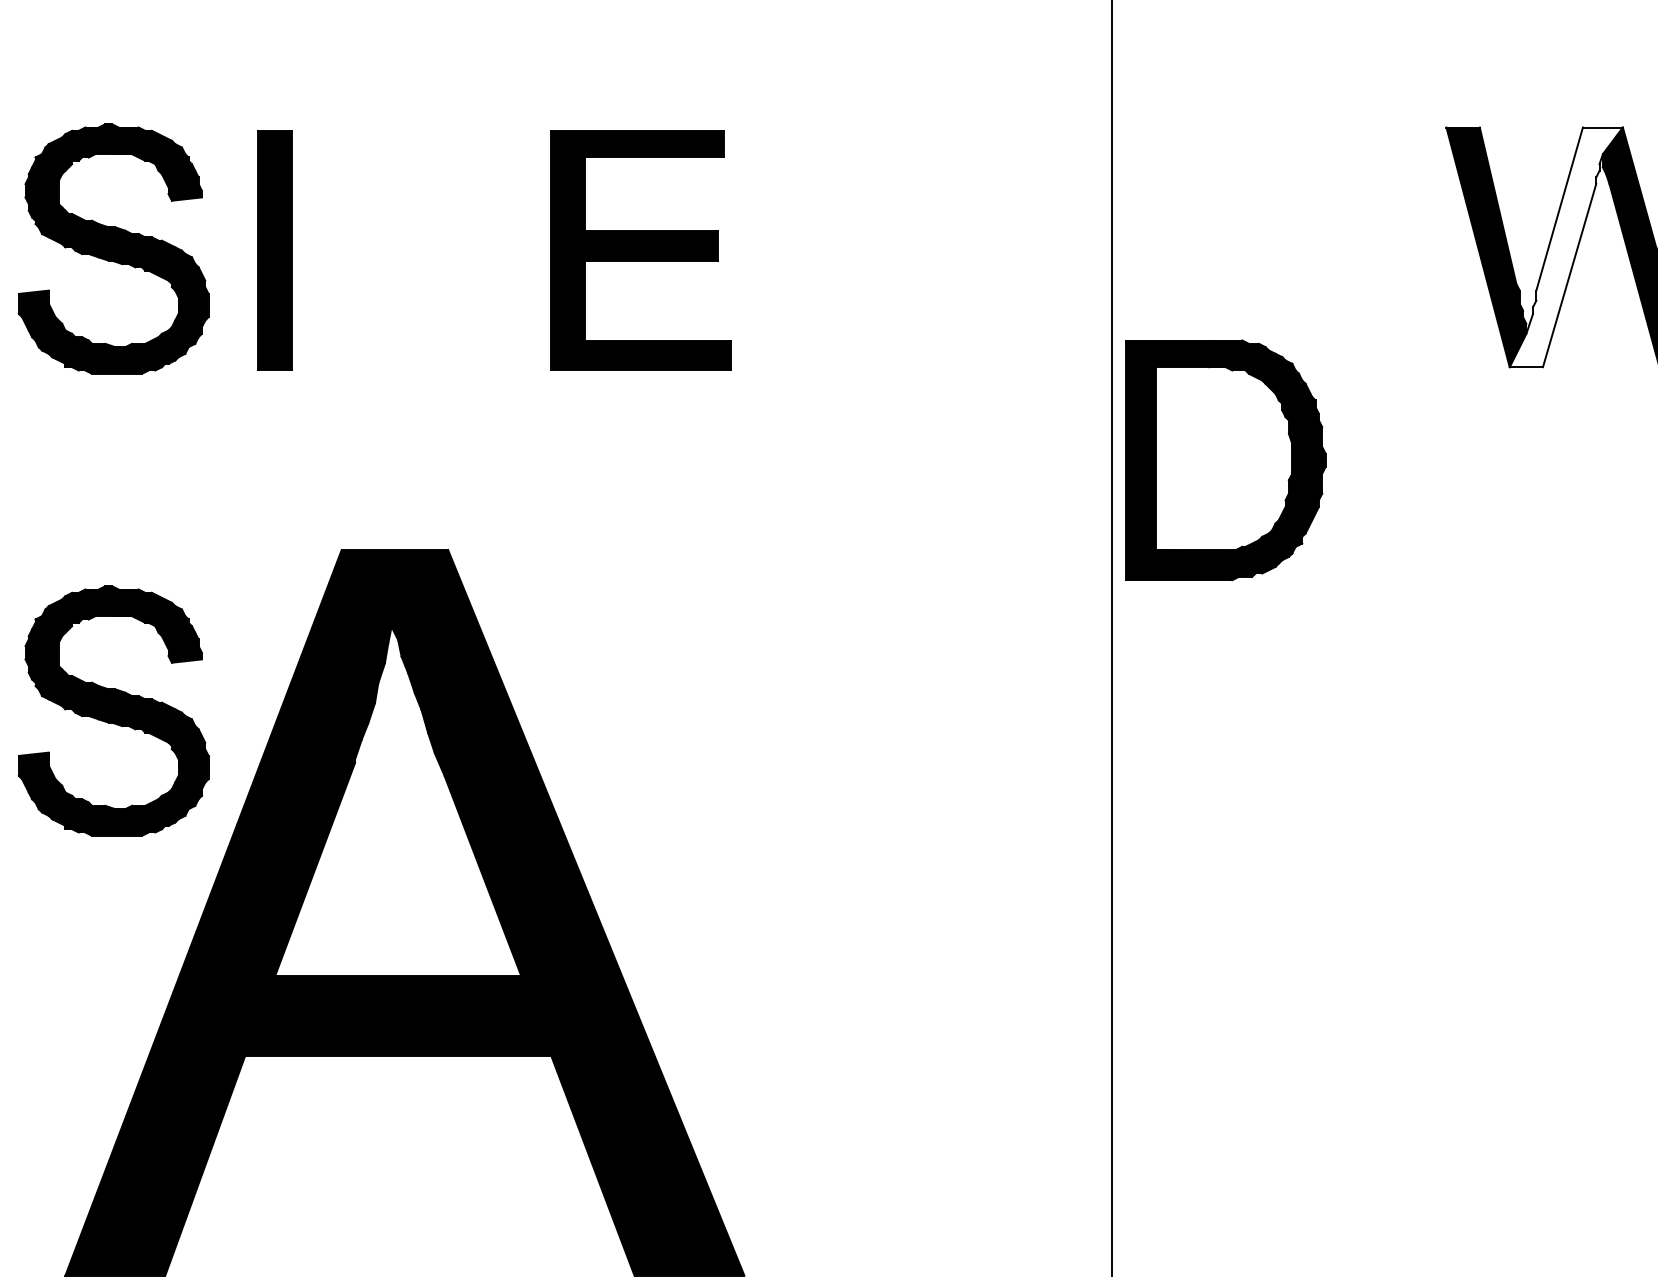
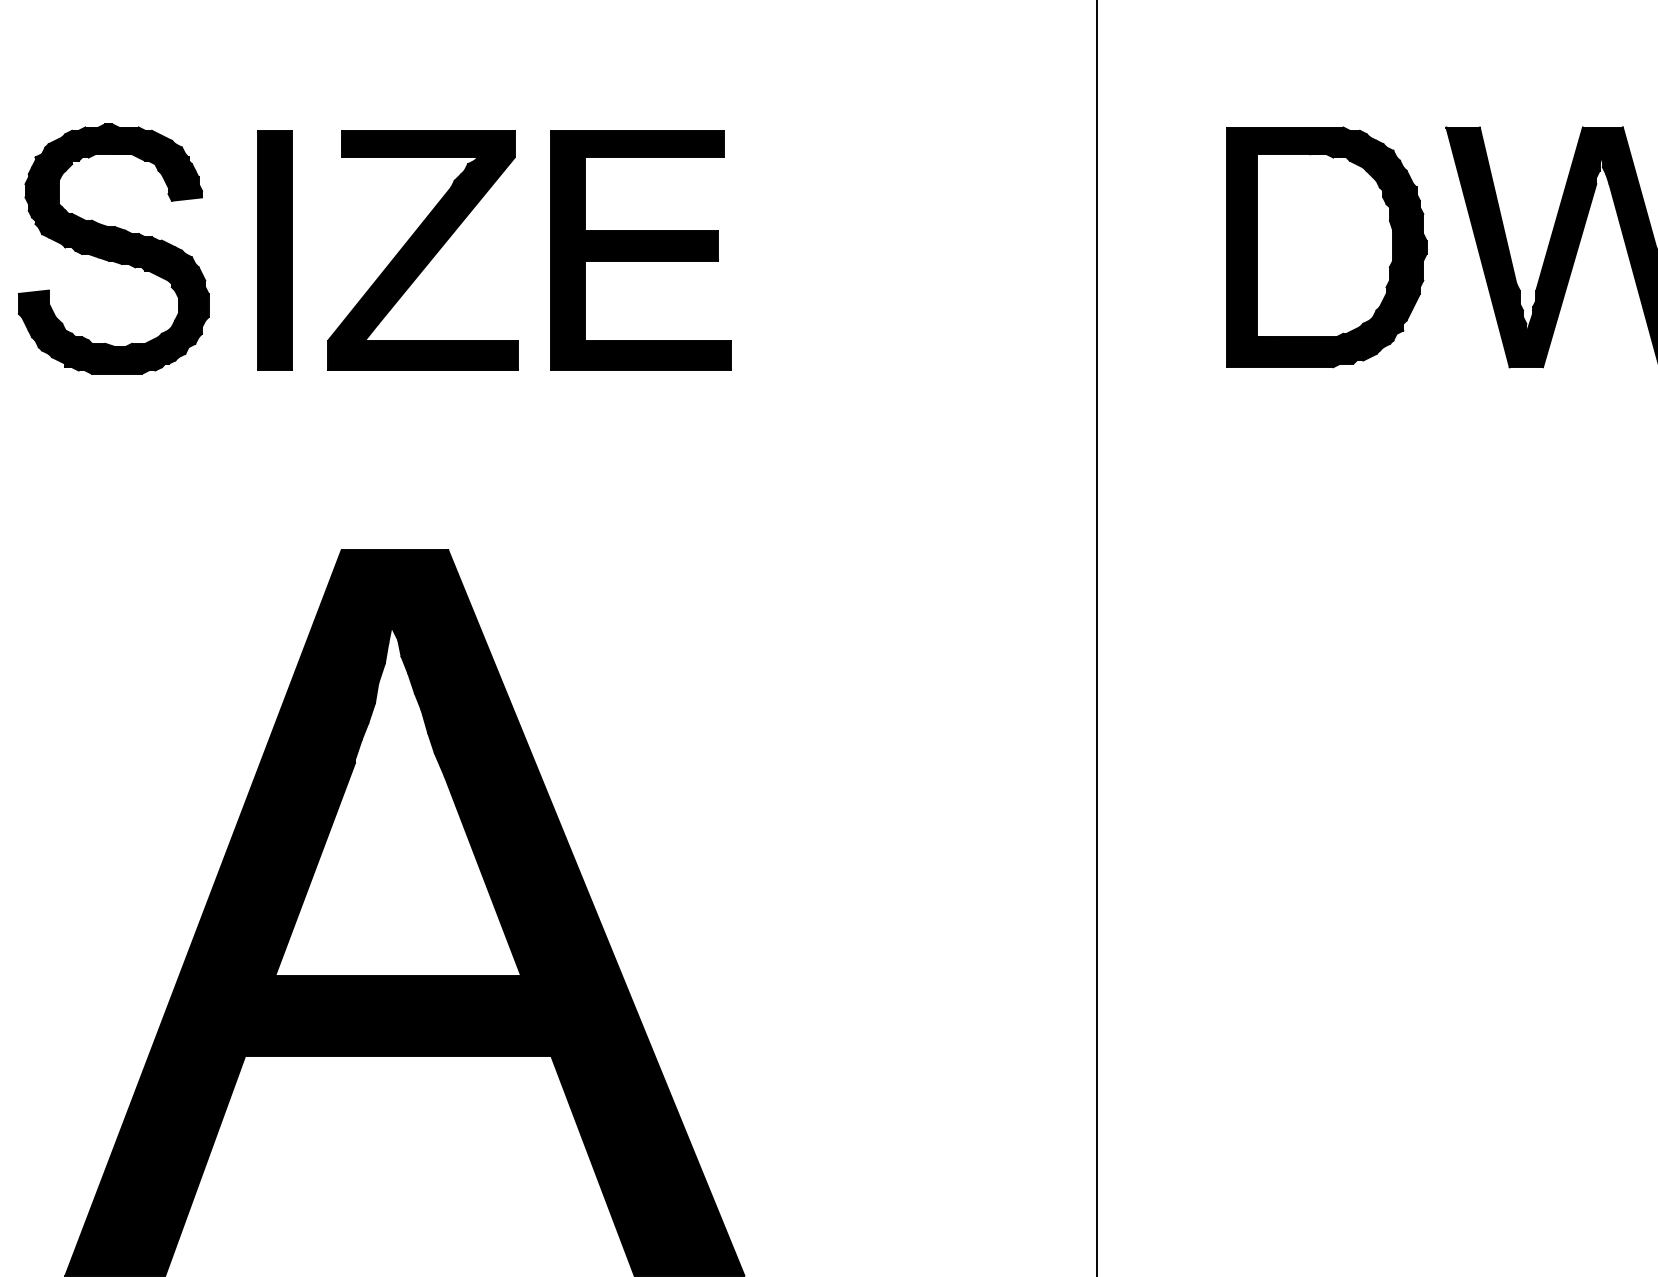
fill at (1565, 247): none -> present
part at (422, 250): none -> present
part at (1225, 460) position: (1225, 460) -> (1326, 247)
line at (1112, 637) position: (1112, 637) -> (1097, 637)
part at (113, 710): present -> none
